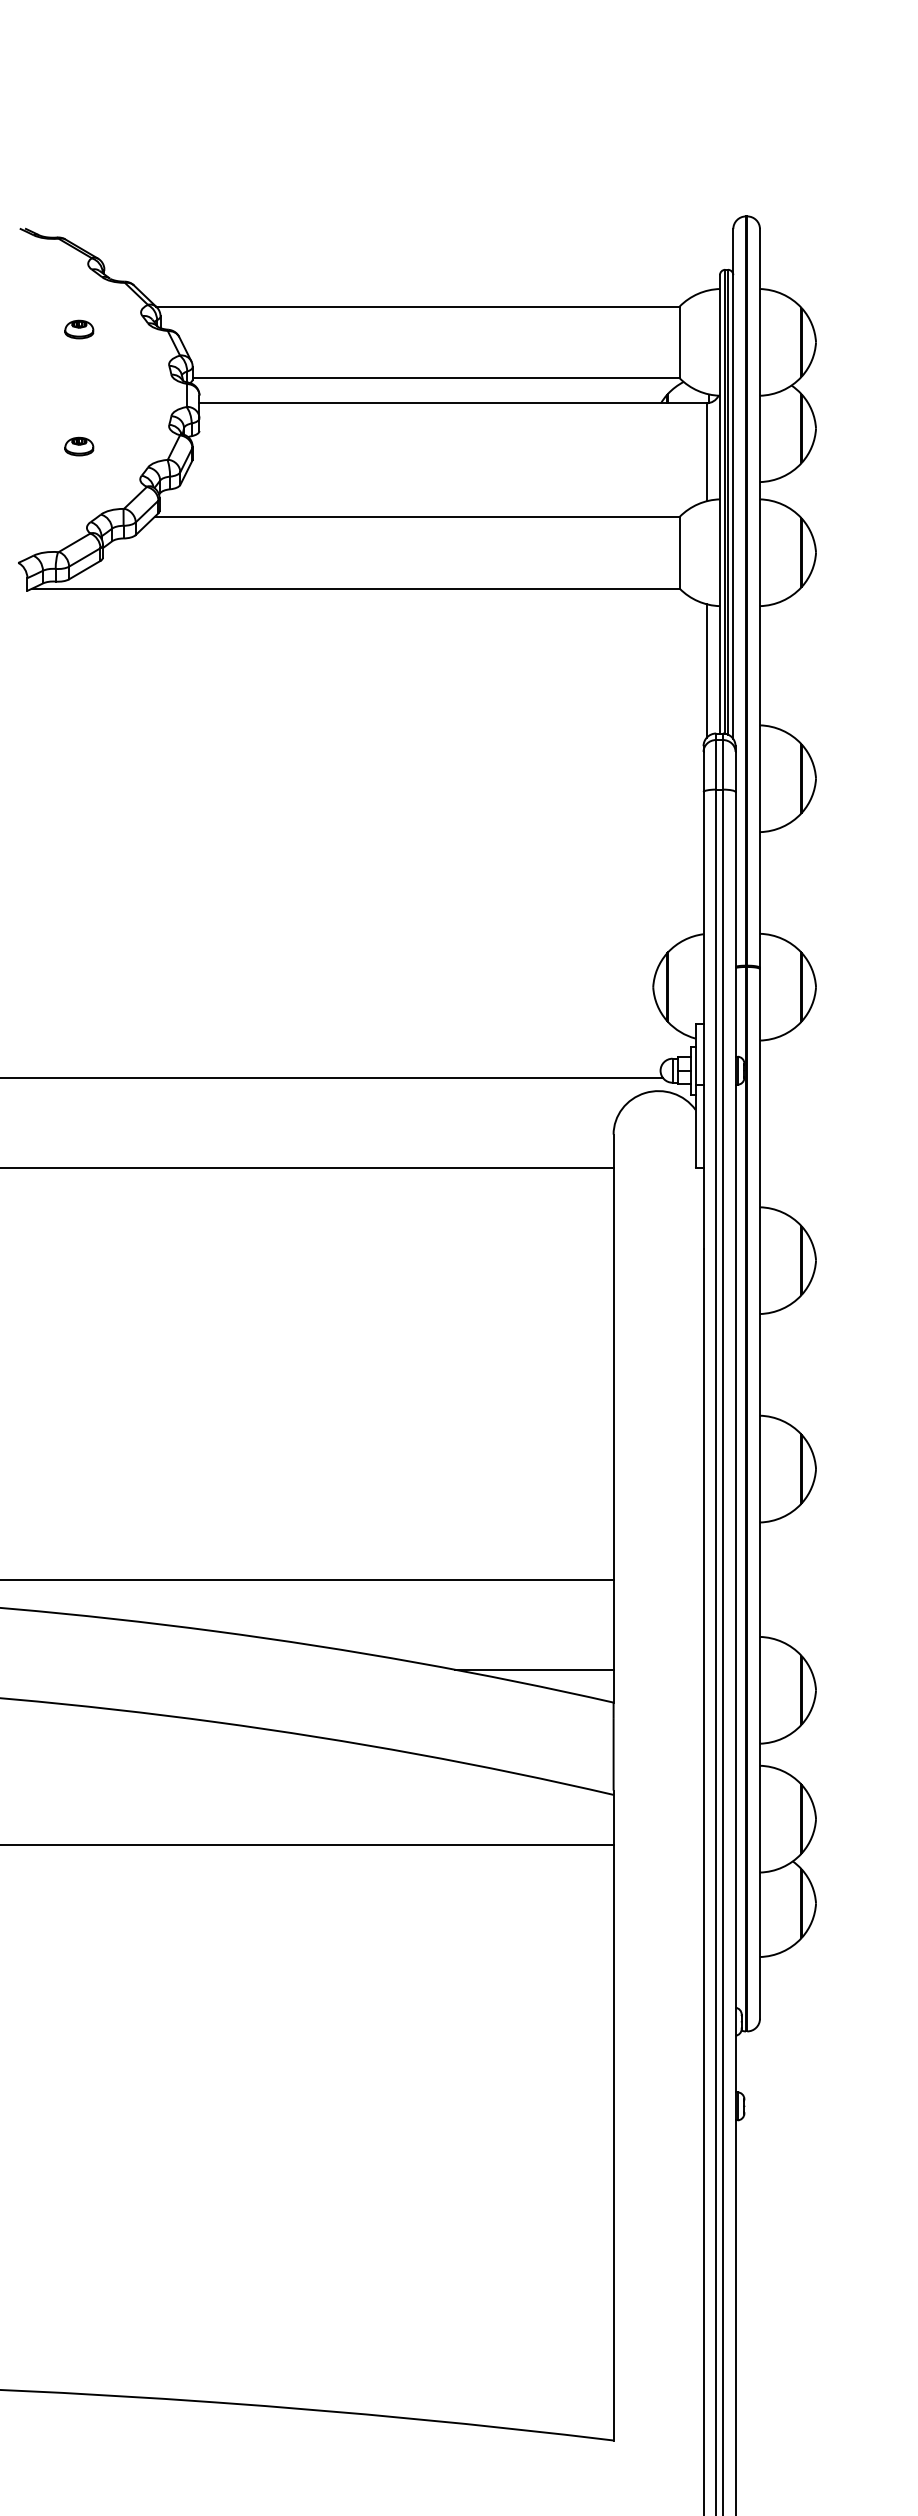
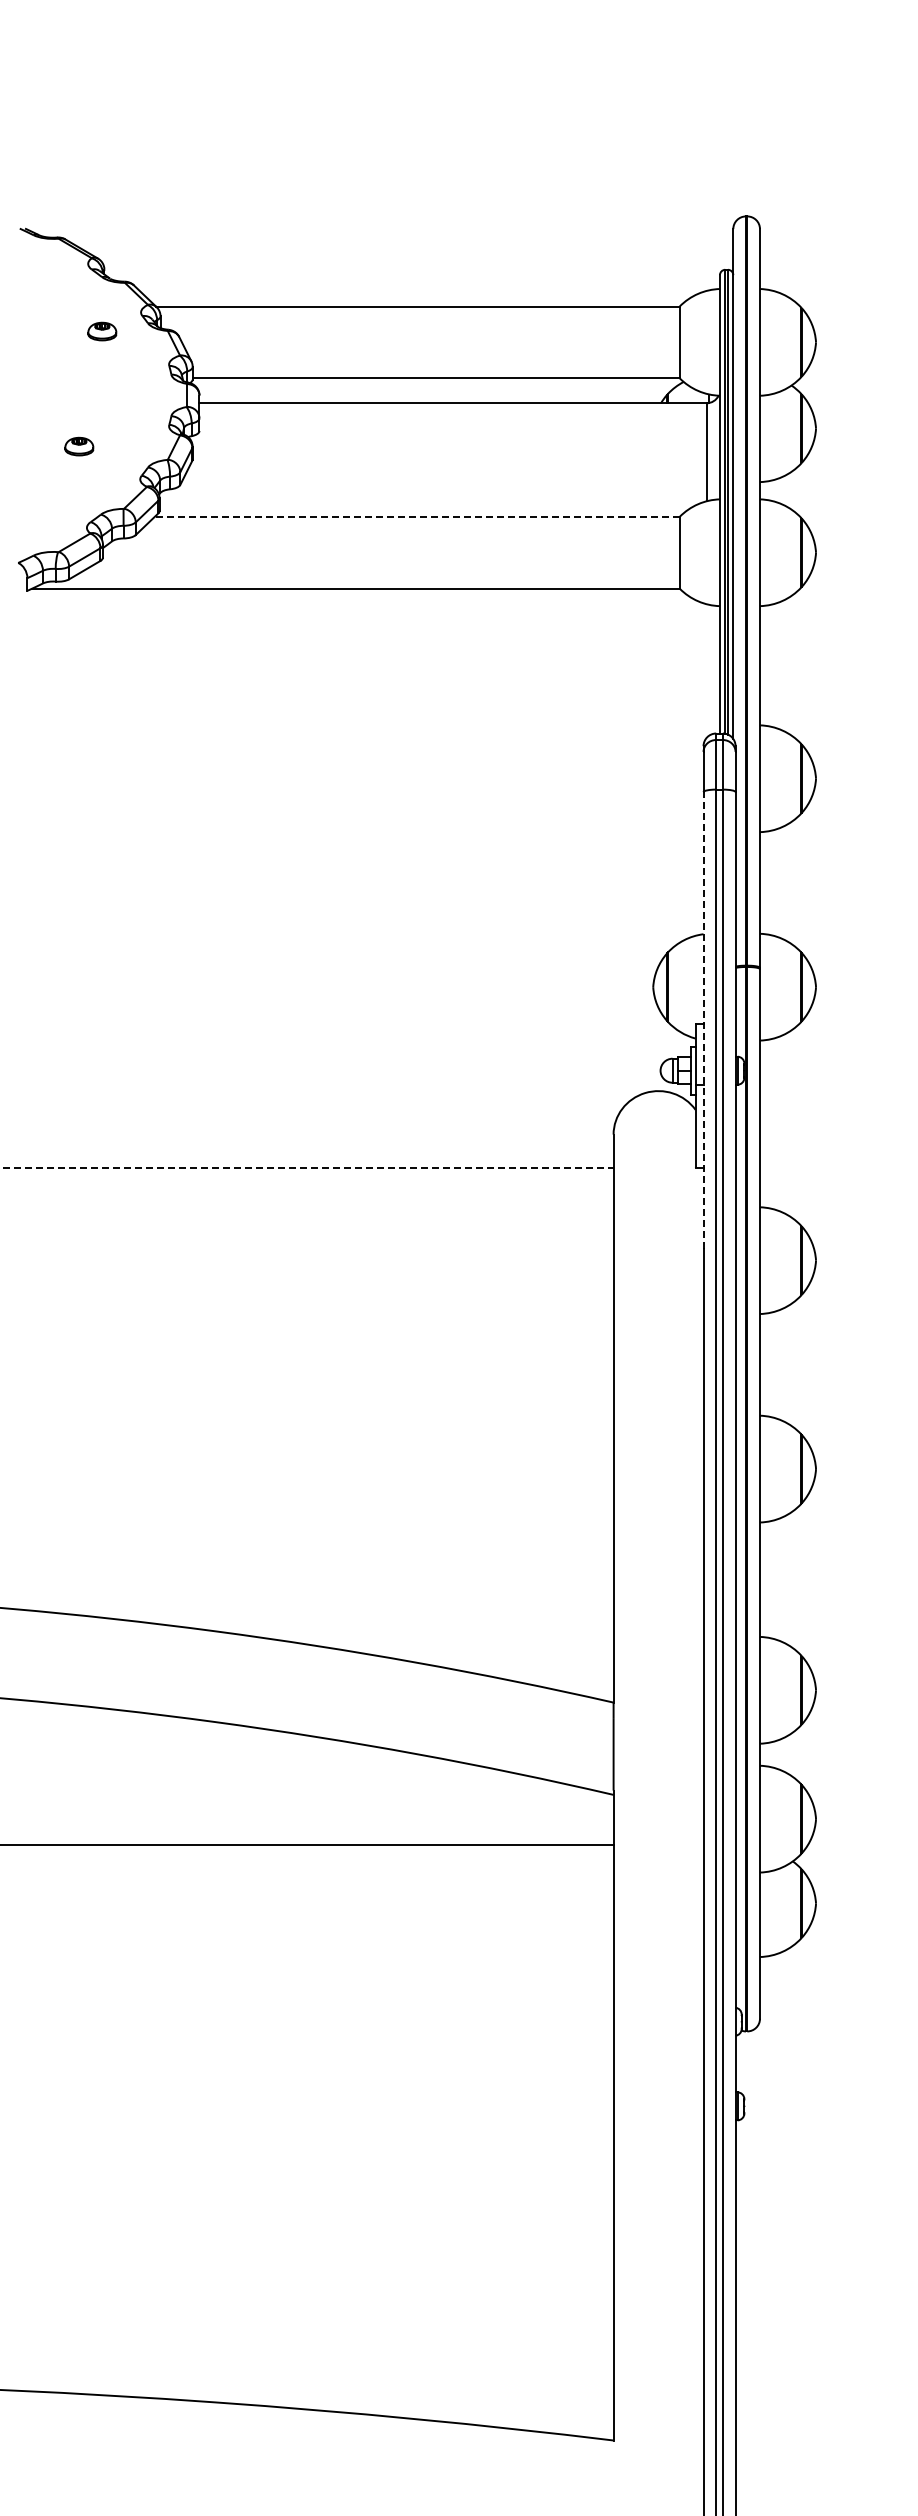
part at (79, 329) position: (79, 329) -> (102, 331)
line at (416, 516): solid -> dashed
line at (706, 670): present -> none
line at (703, 1020): solid -> dashed
line at (332, 1078): present -> none
line at (307, 1168): solid -> dashed
line at (307, 1579): present -> none
line at (533, 1669): present -> none
